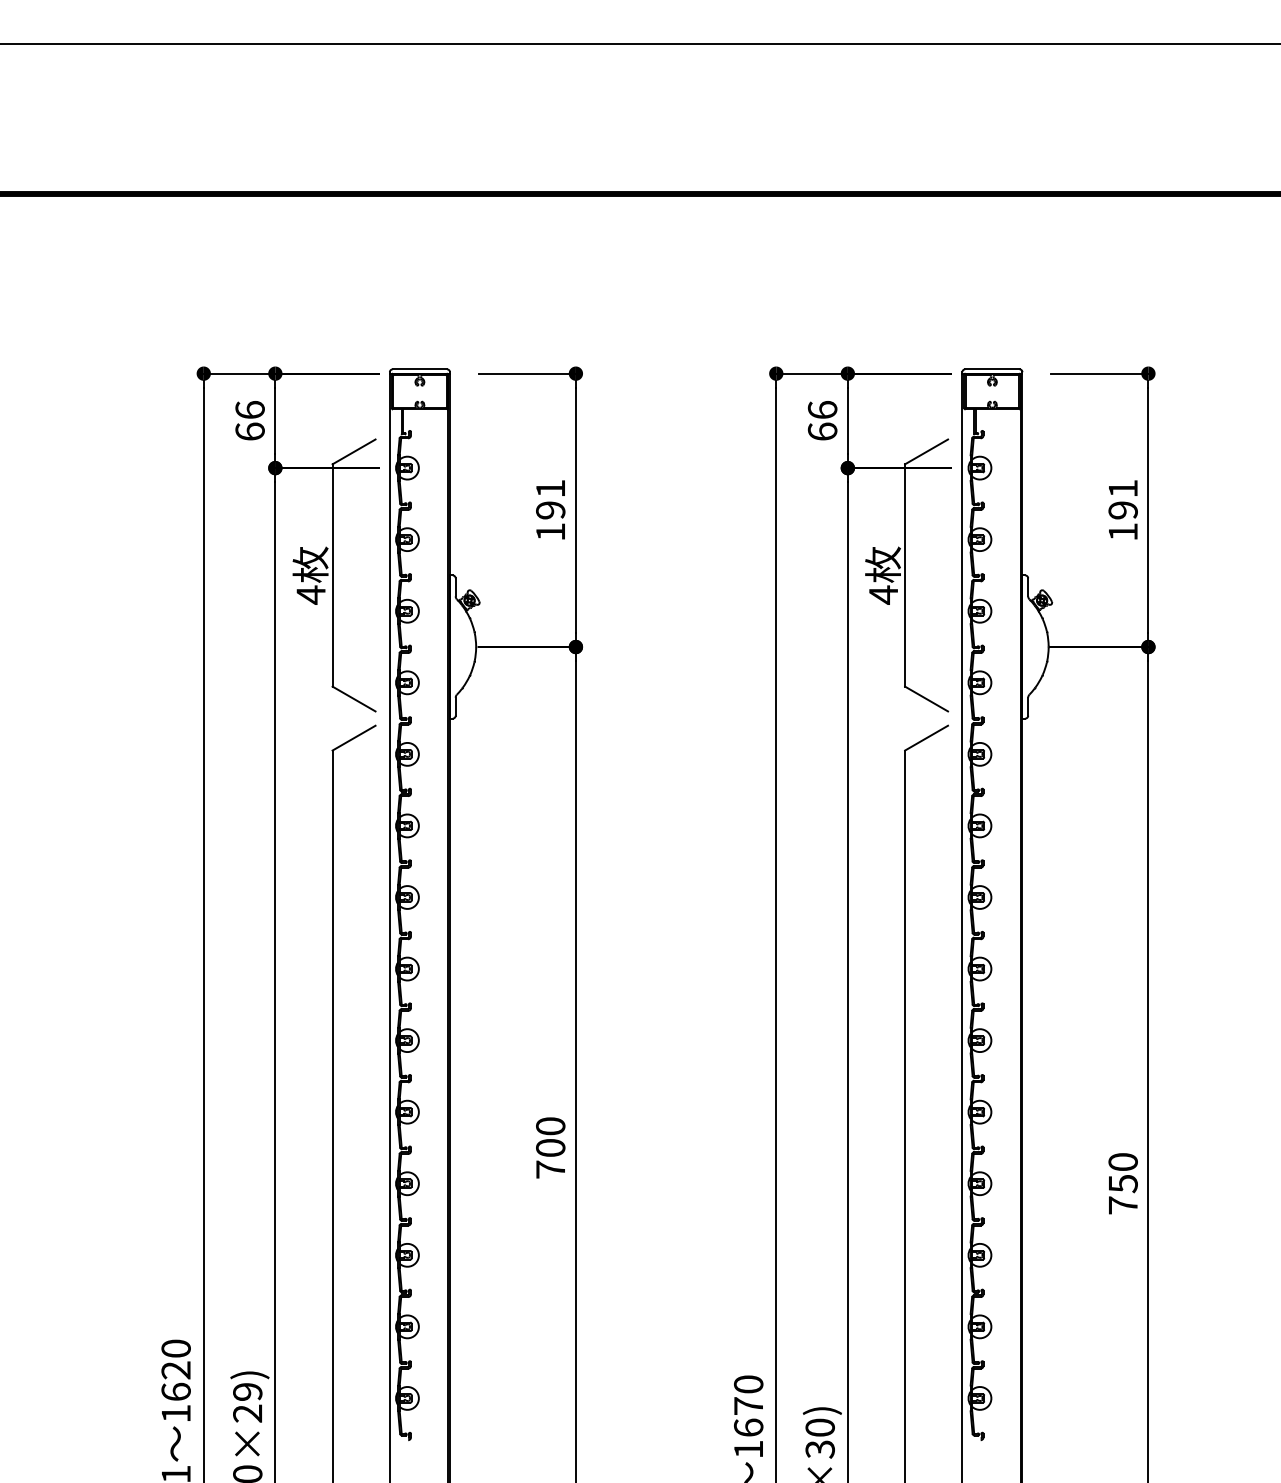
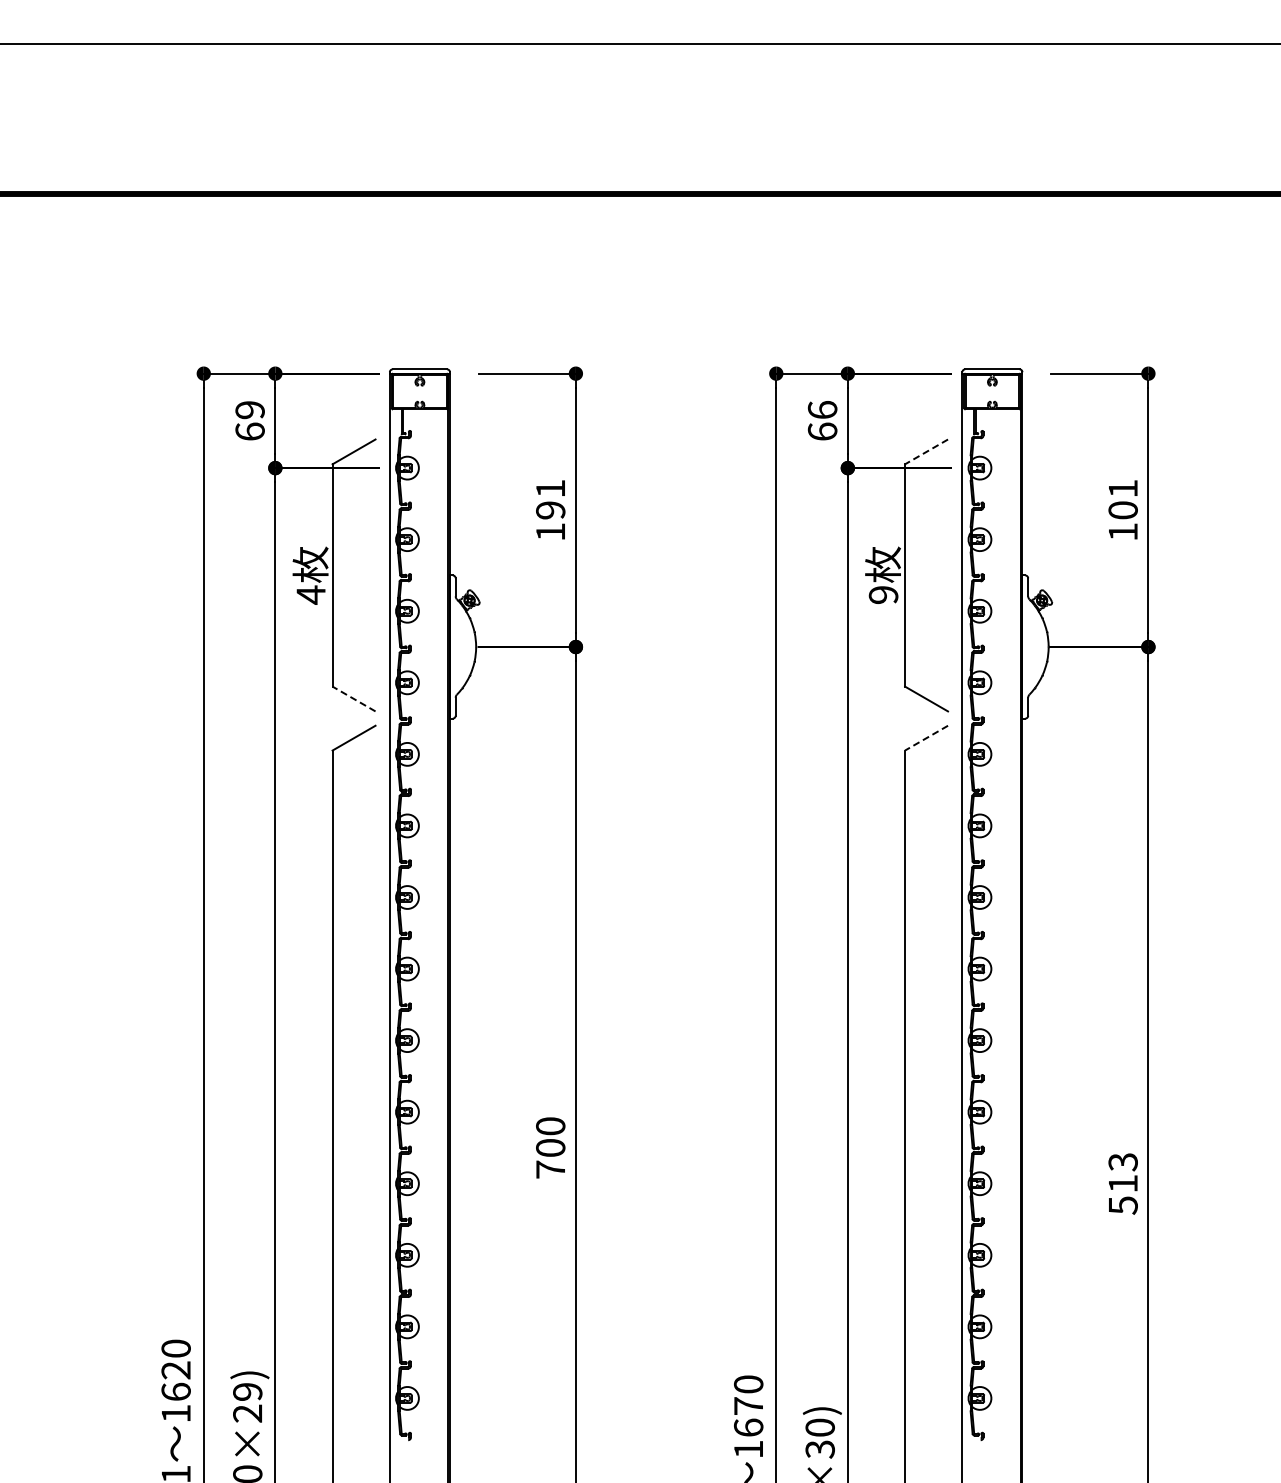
text at (249, 410): 66 -> 69
line at (926, 451): solid -> dashed
text at (1122, 510): 191 -> 101
text at (883, 594): 4 -> 9
line at (354, 699): solid -> dashed
line at (926, 738): solid -> dashed
text at (1122, 1183): 750 -> 513
